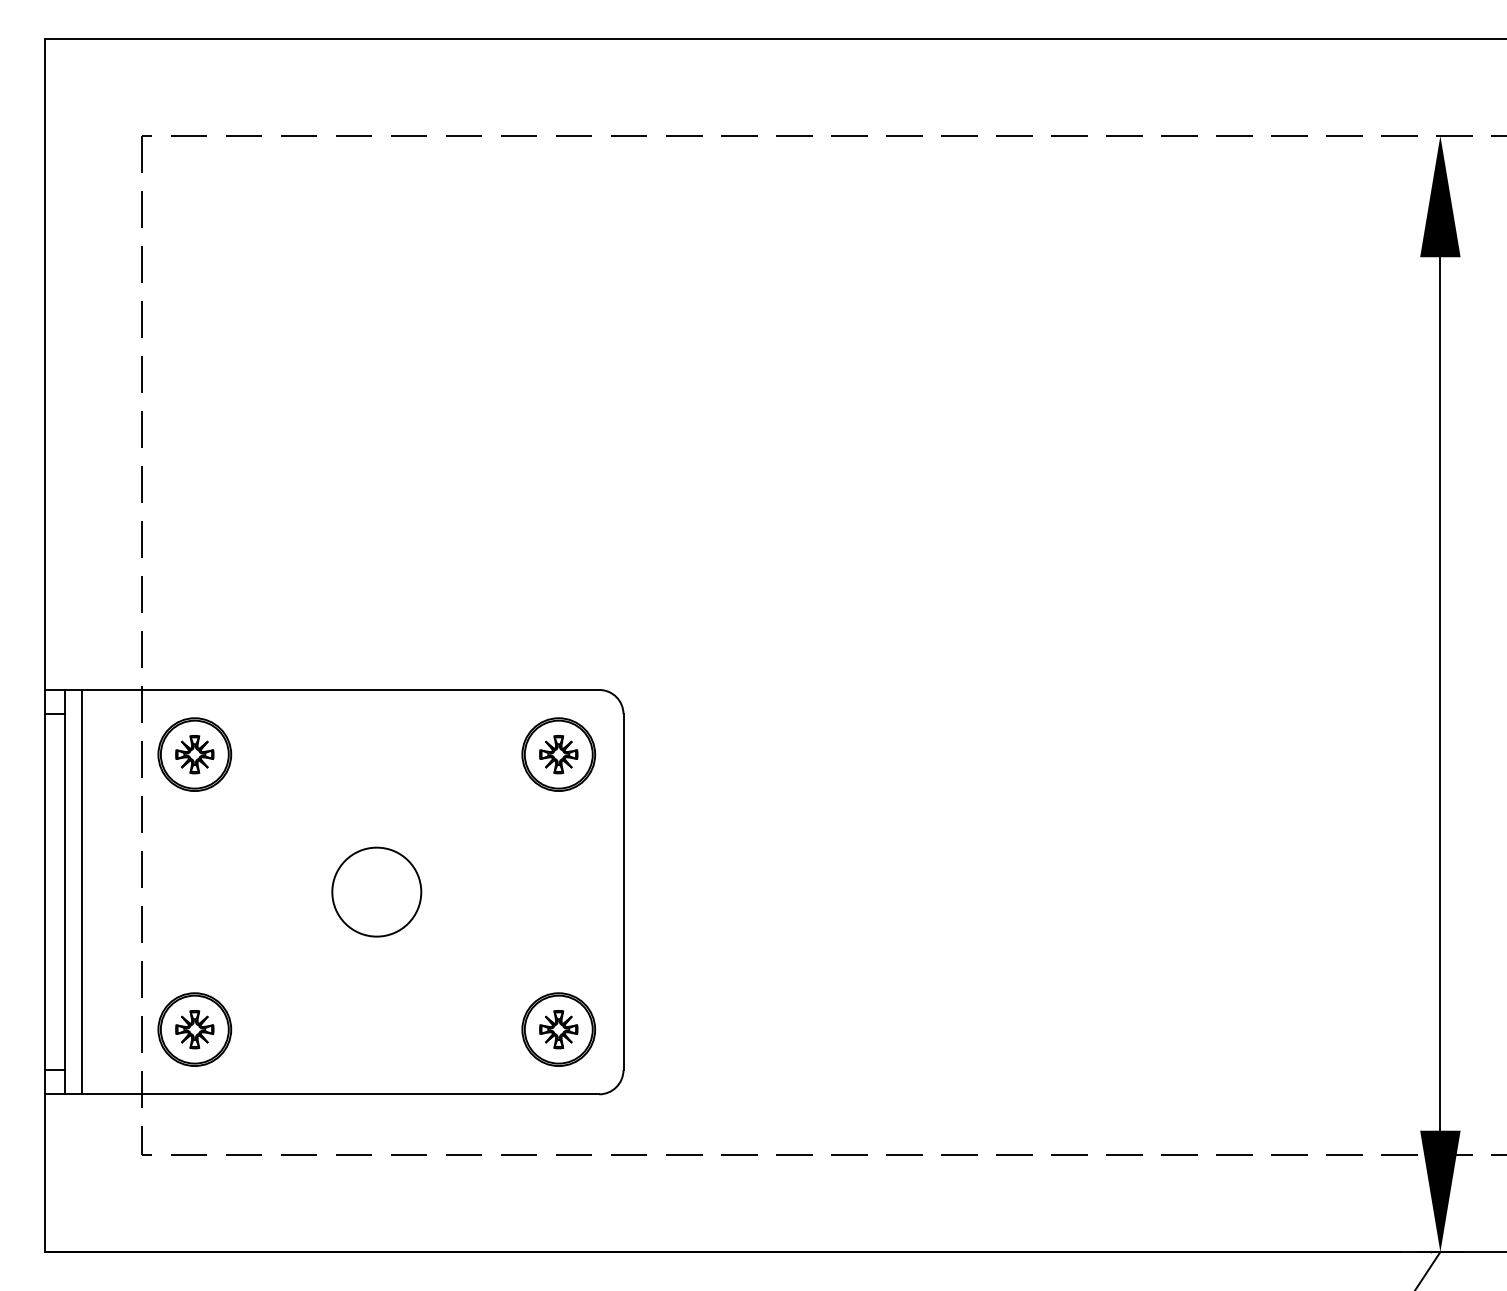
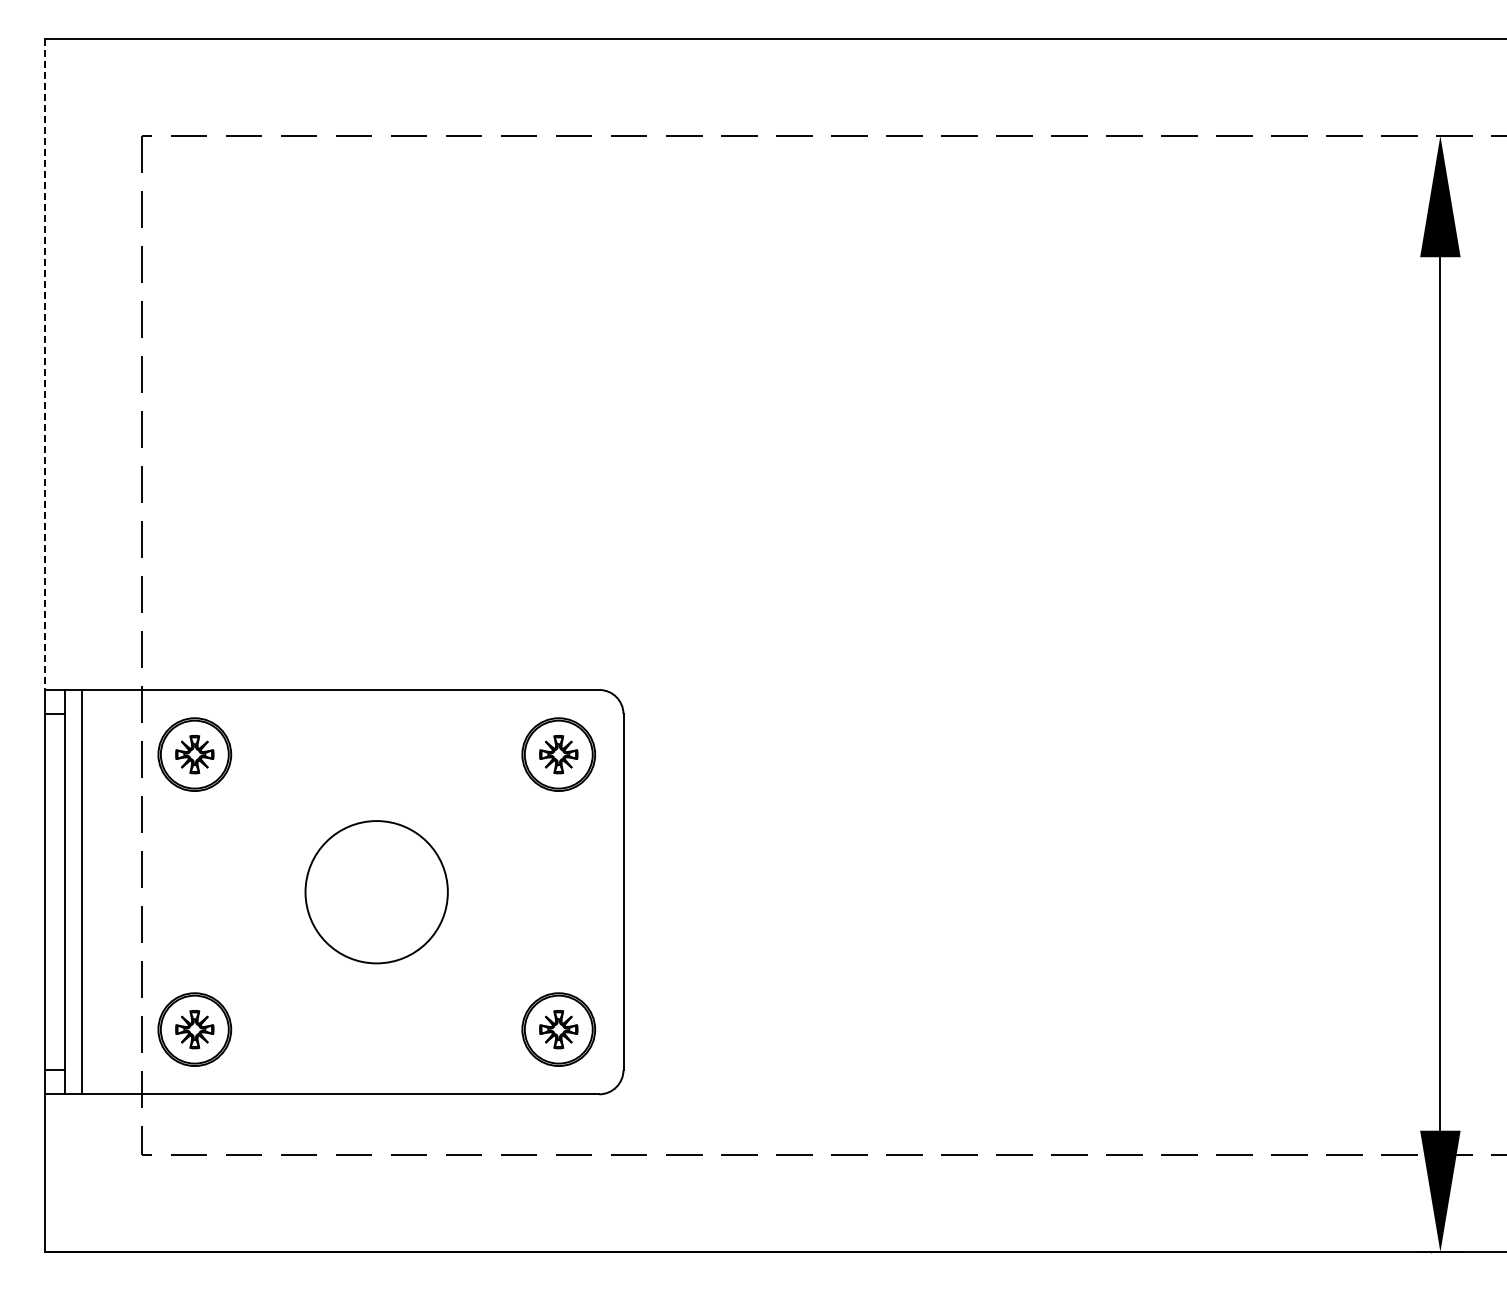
line at (45, 364): solid -> dashed
circle at (376, 891) size: 92x92 px -> 145x145 px
line at (1428, 1269): present -> none
